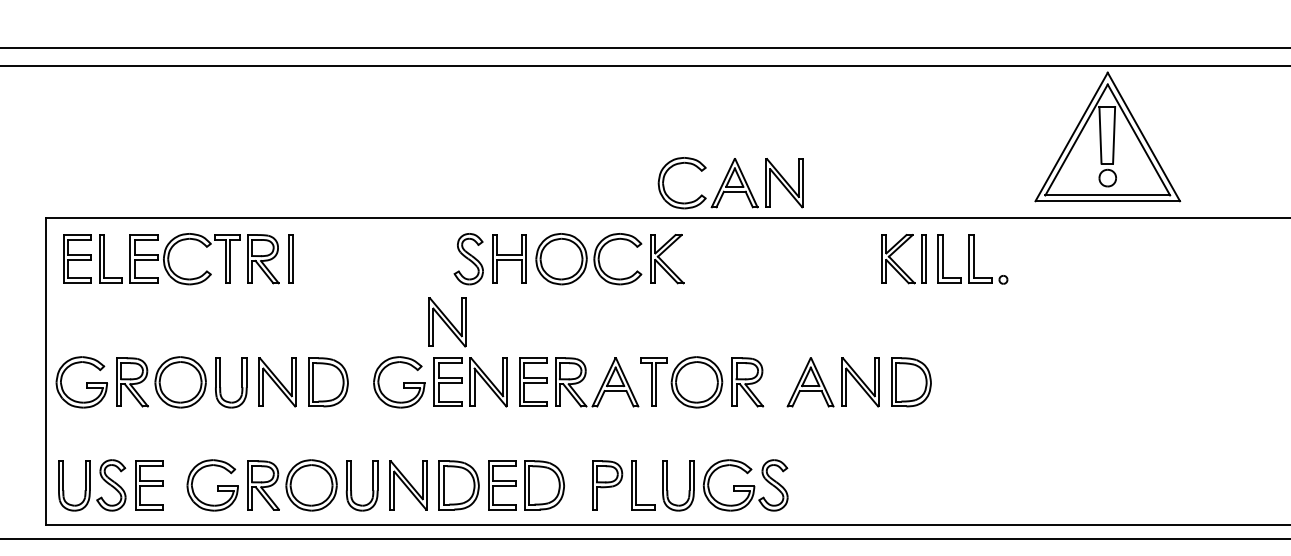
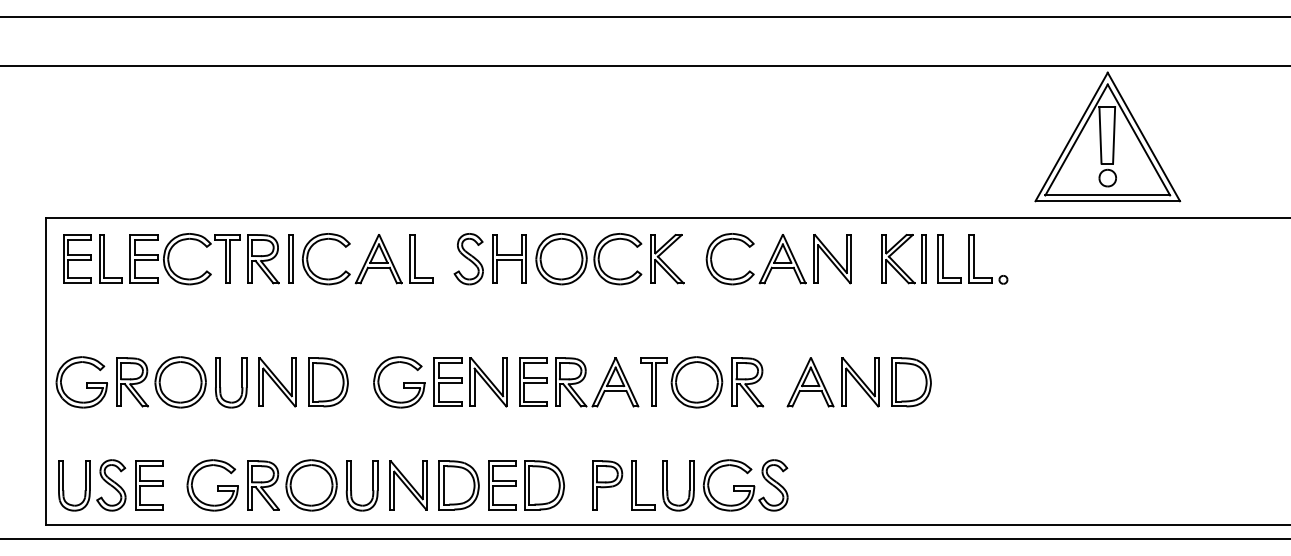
line at (644, 47) position: (644, 47) -> (644, 16)
part at (730, 183) position: (730, 183) -> (778, 259)
part at (367, 259): none -> present
part at (447, 322): present -> none
